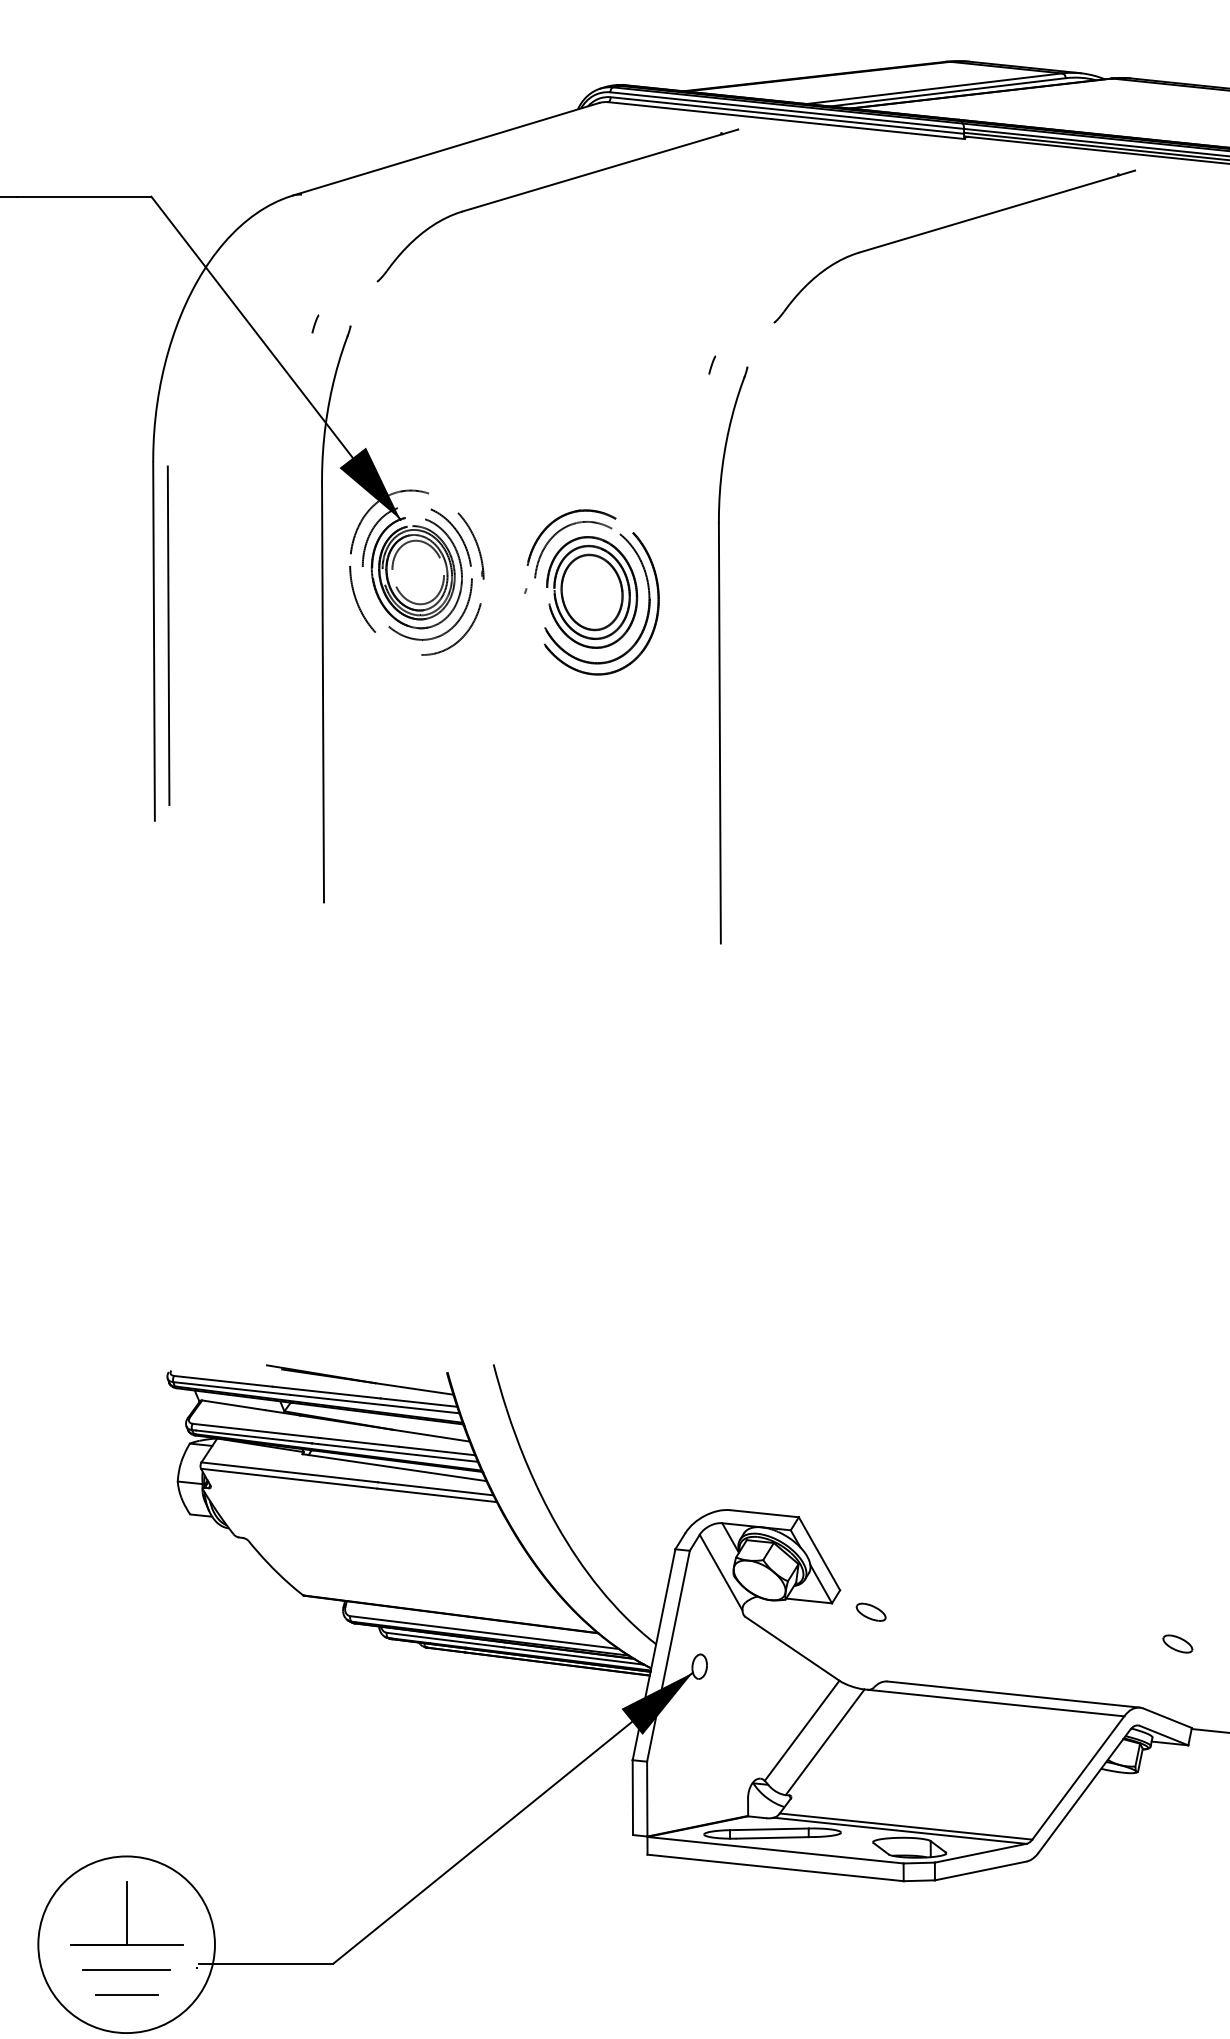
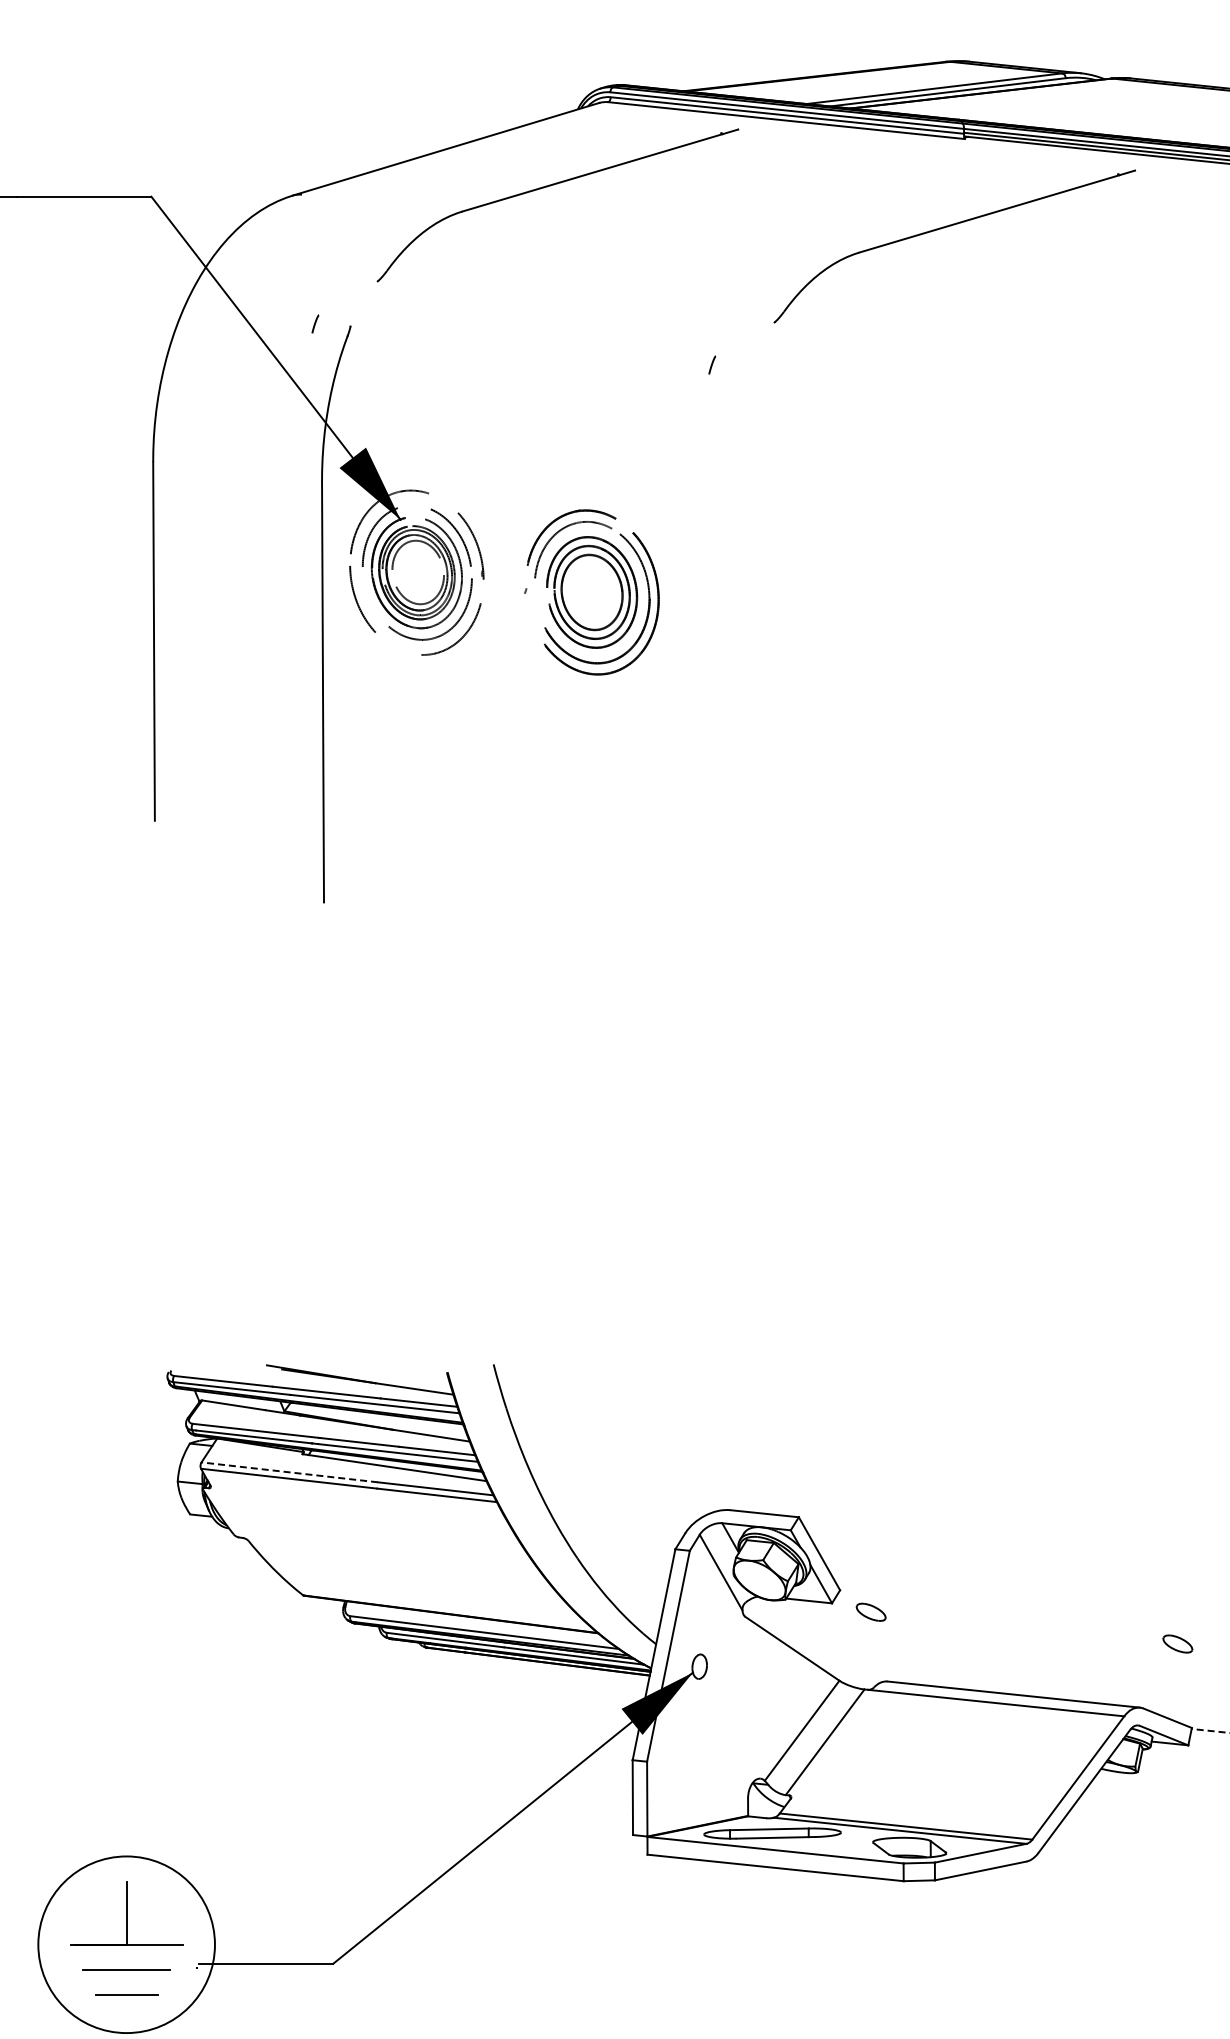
line at (168, 635): present -> none
part at (720, 655): present -> none
line at (289, 1472): solid -> dashed
line at (1210, 1730): solid -> dashed
